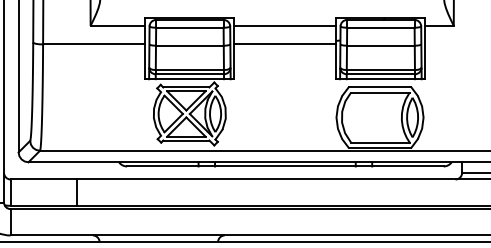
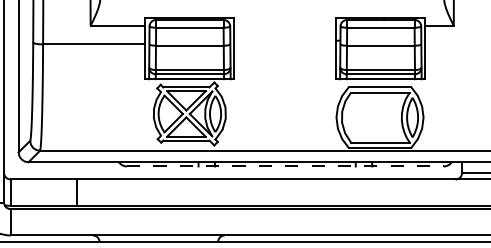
line at (285, 25): present -> none
line at (285, 44): present -> none
line at (285, 166): solid -> dashed
